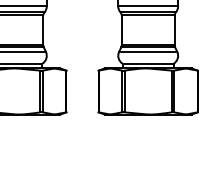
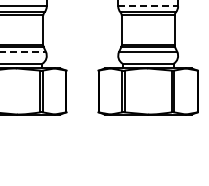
line at (148, 6): solid -> dashed
line at (23, 51): solid -> dashed
